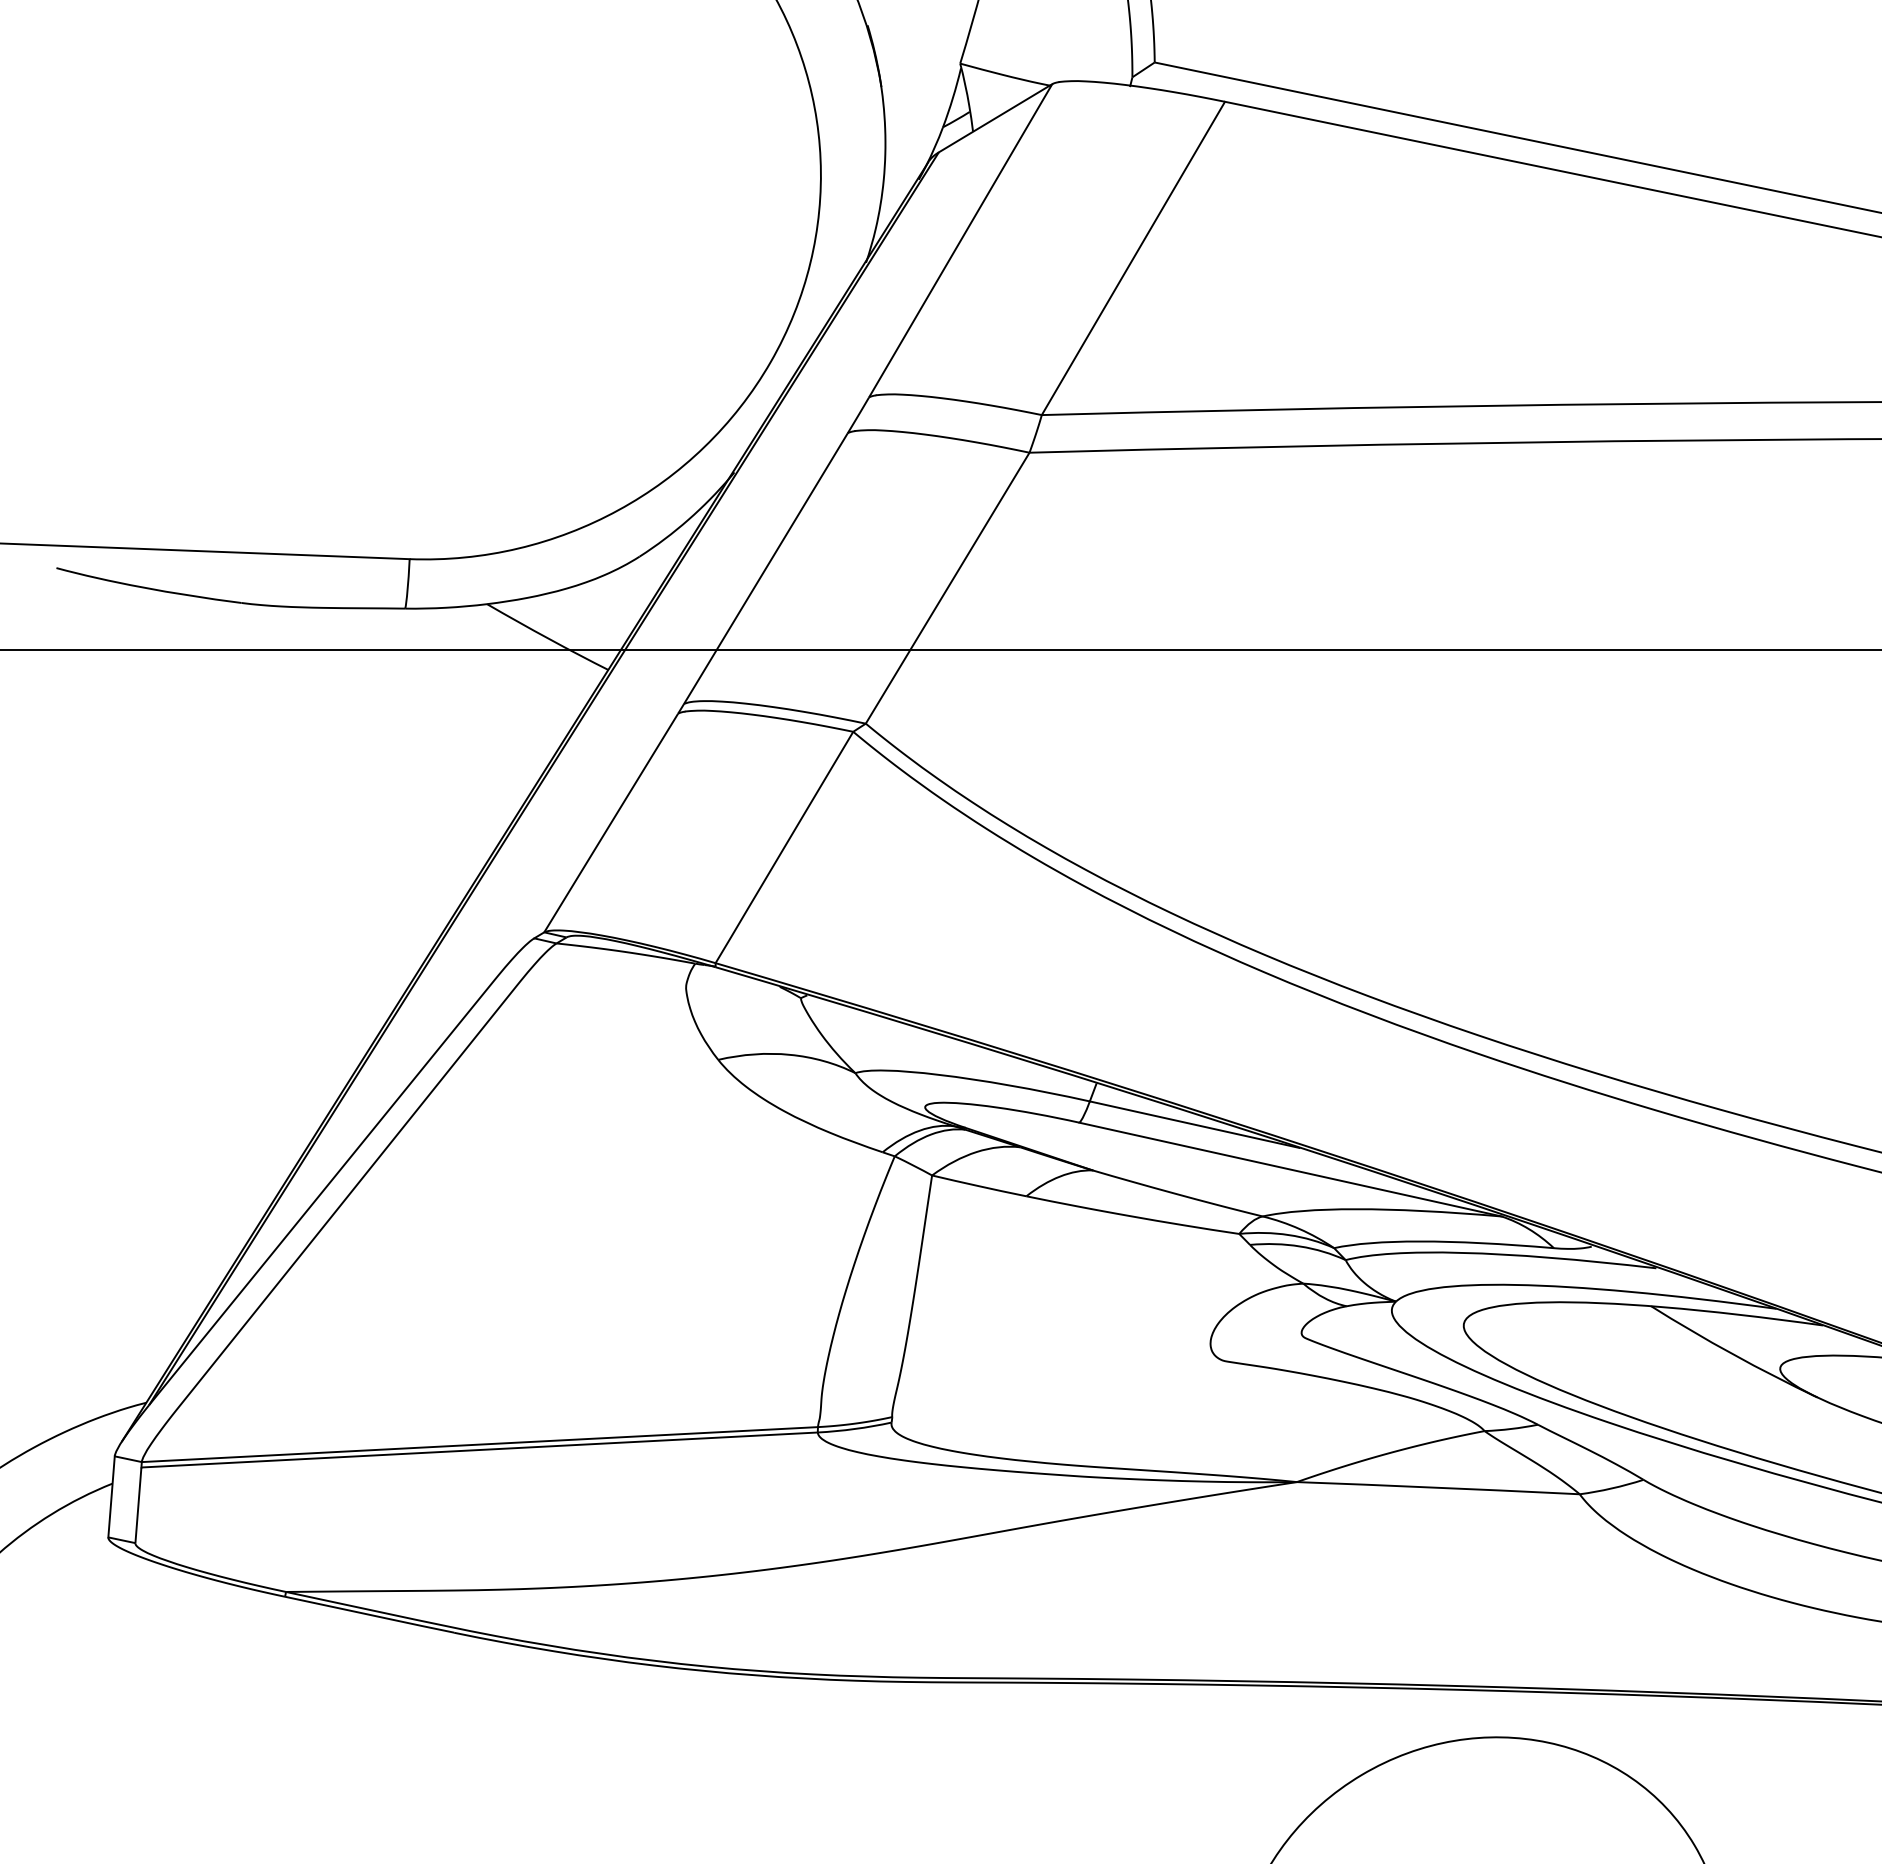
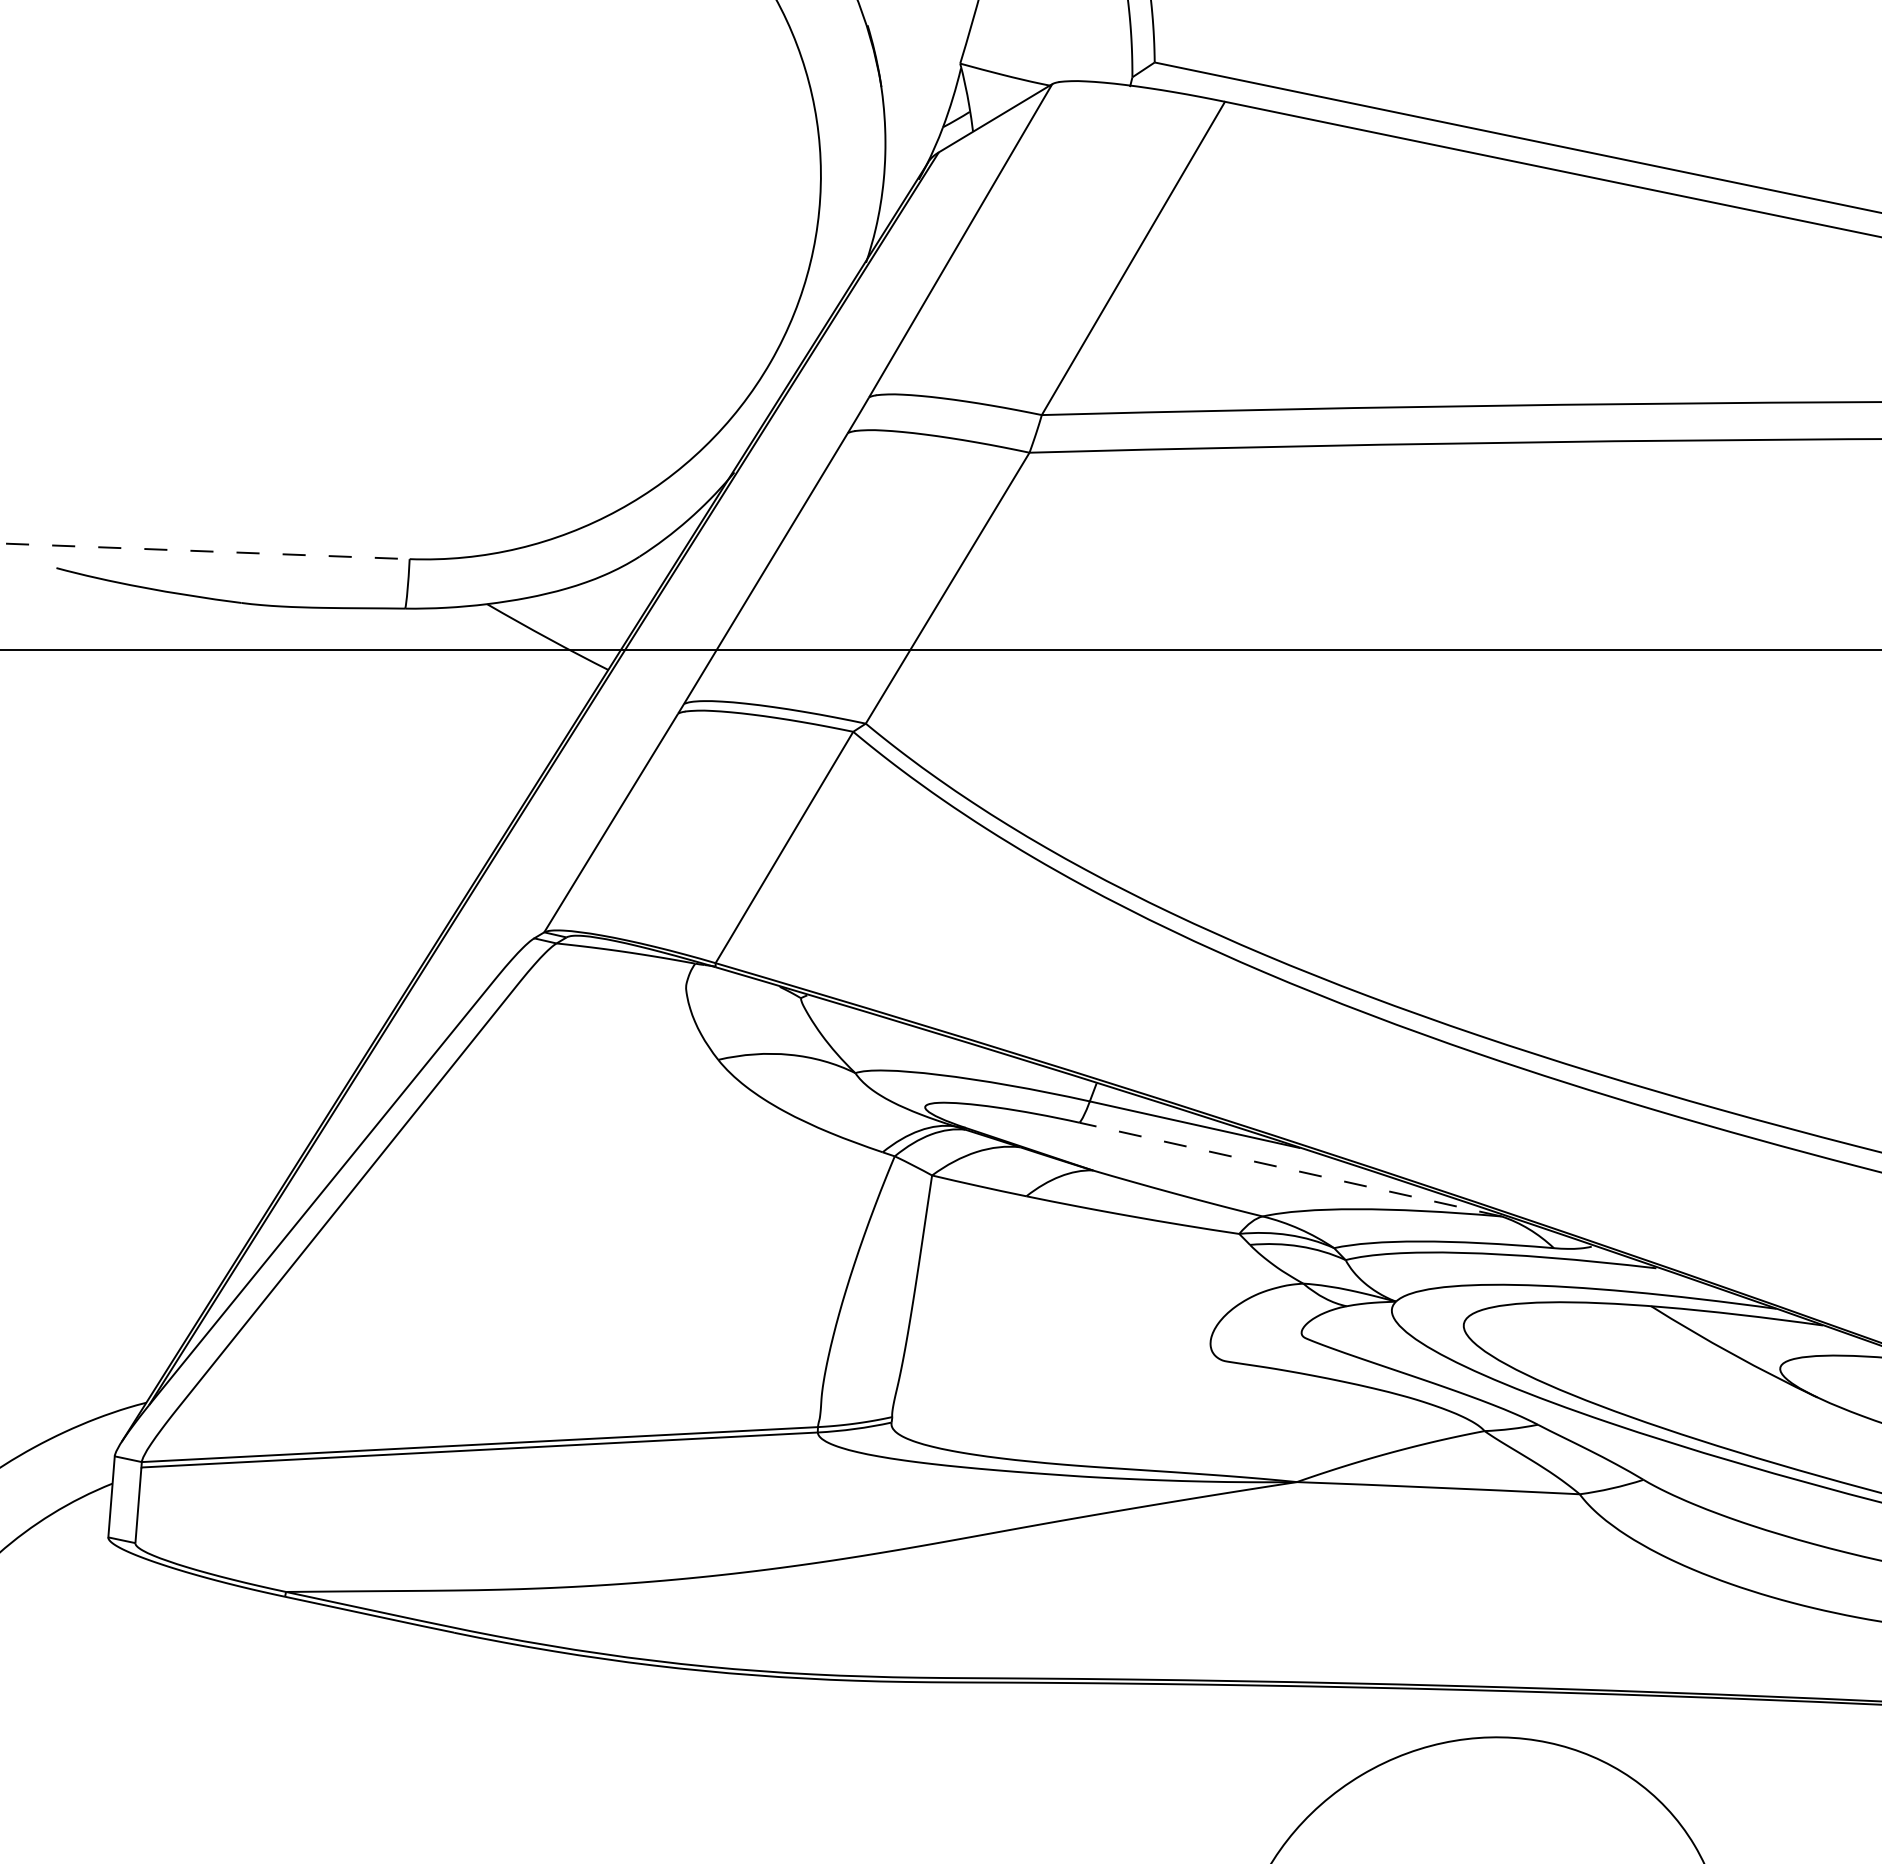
line at (204, 551): solid -> dashed
line at (1290, 1169): solid -> dashed
